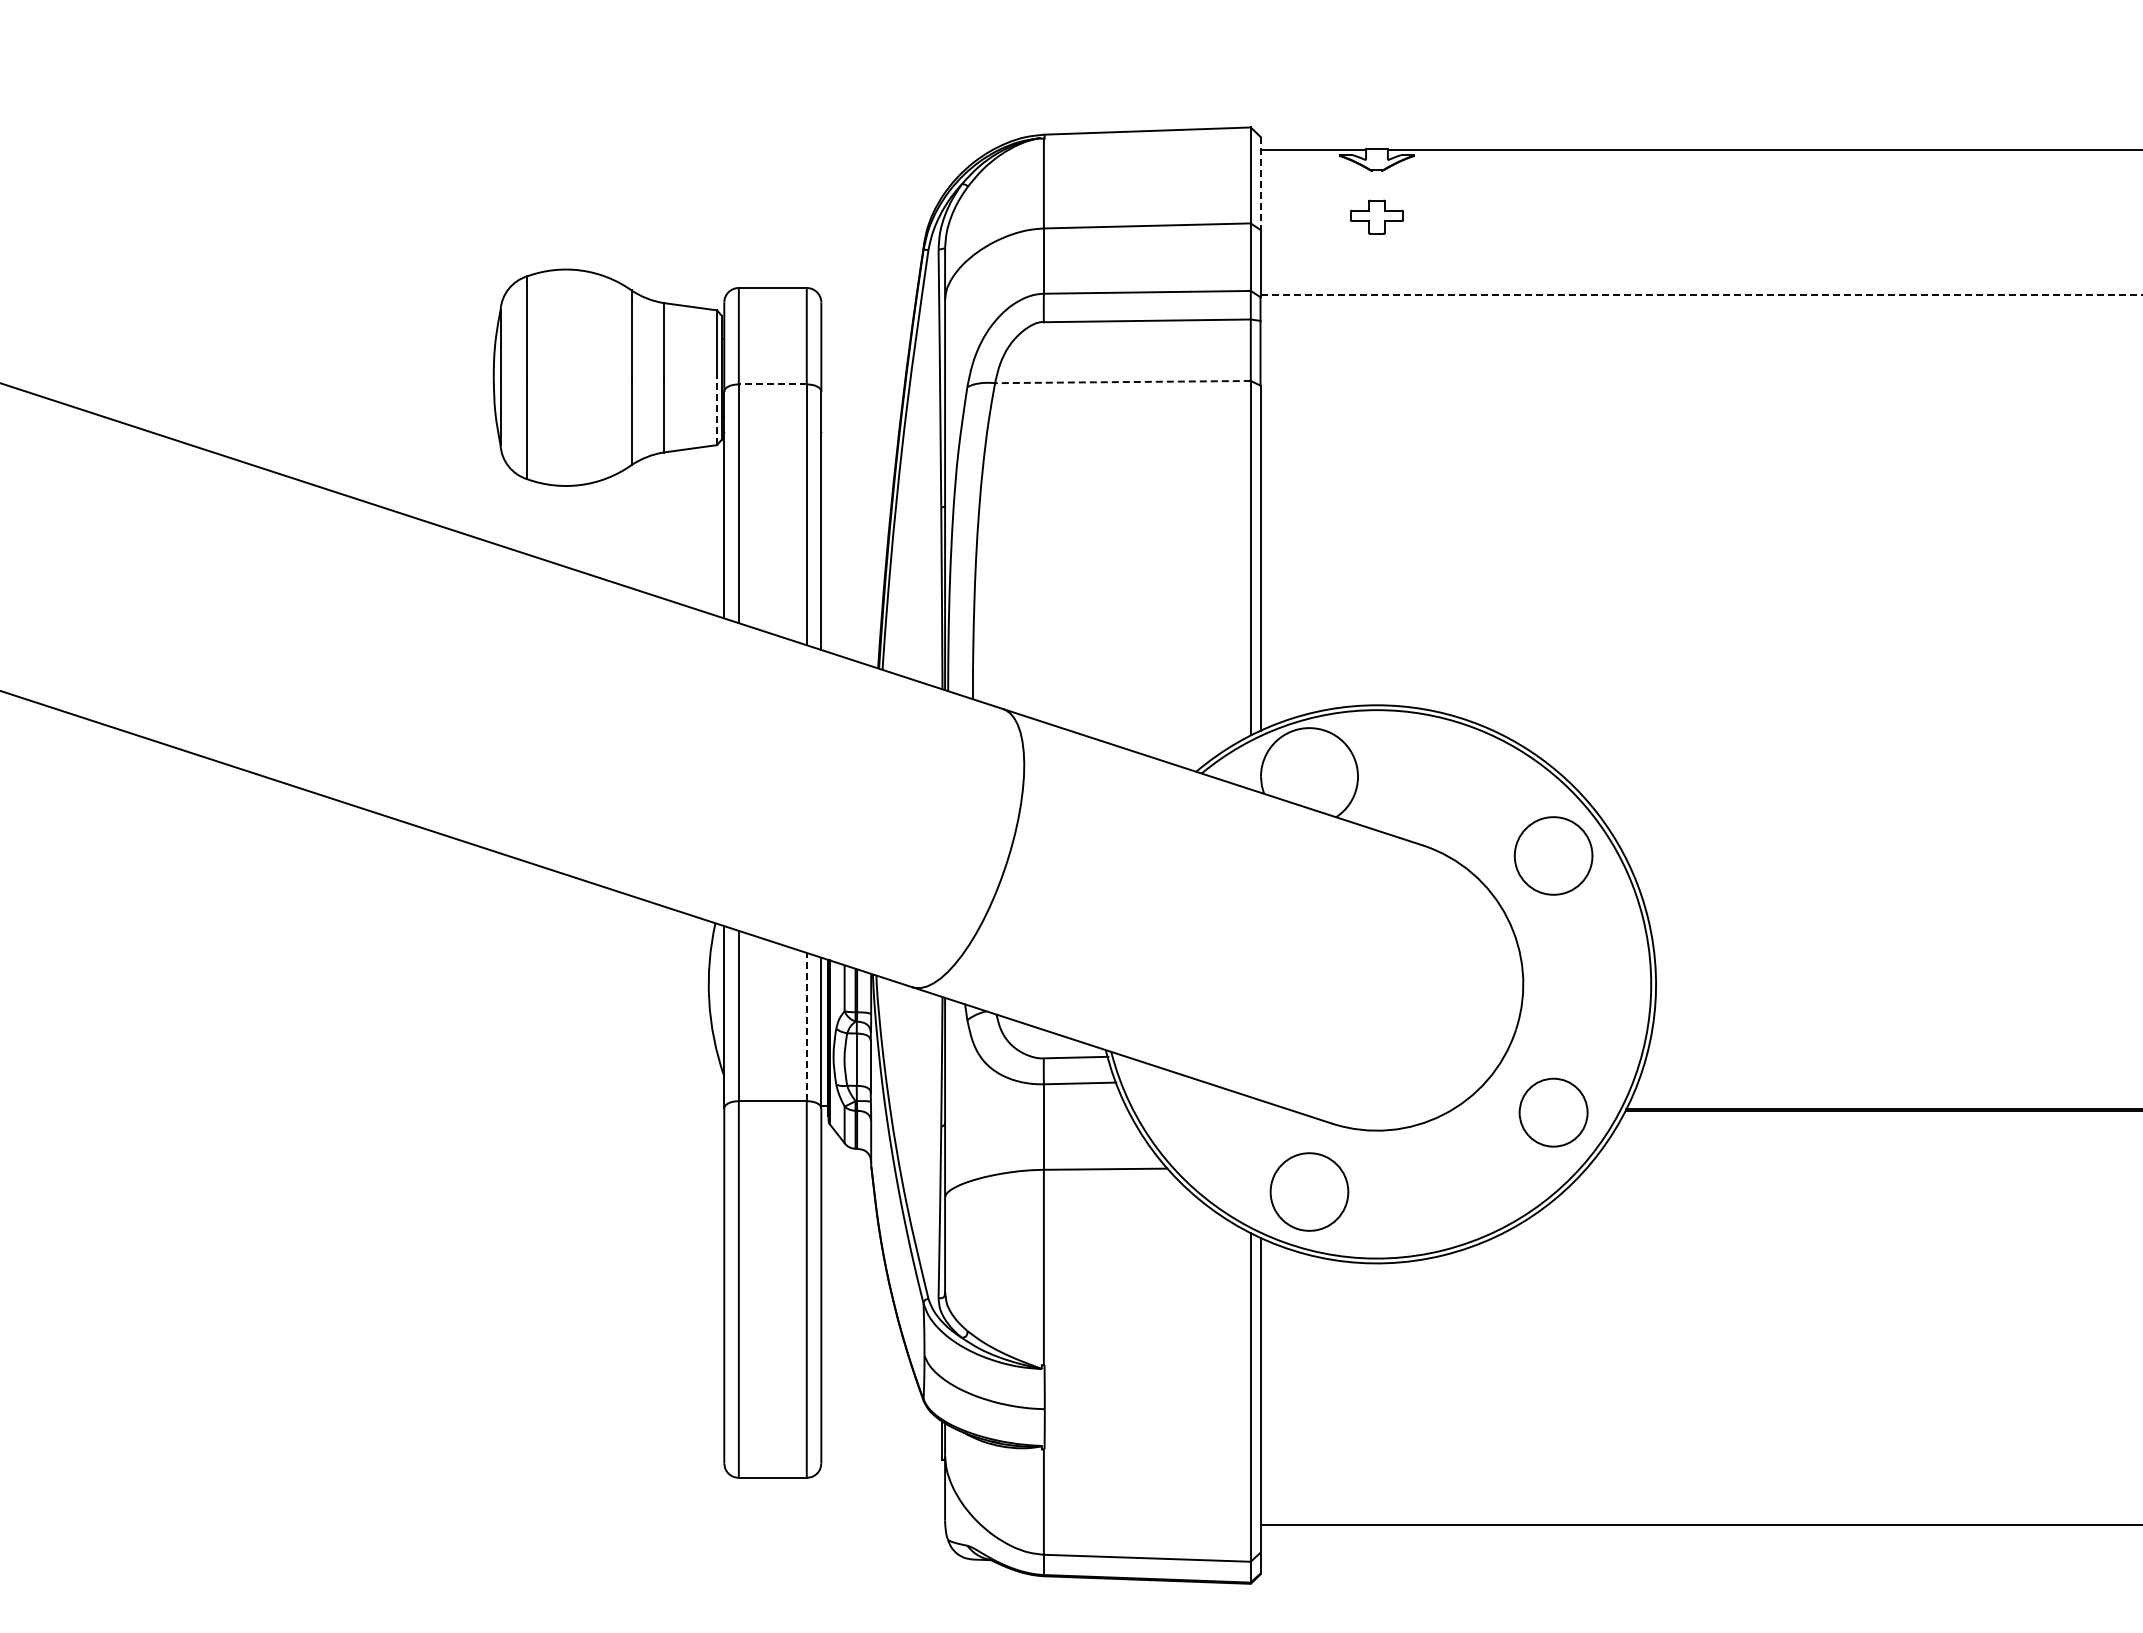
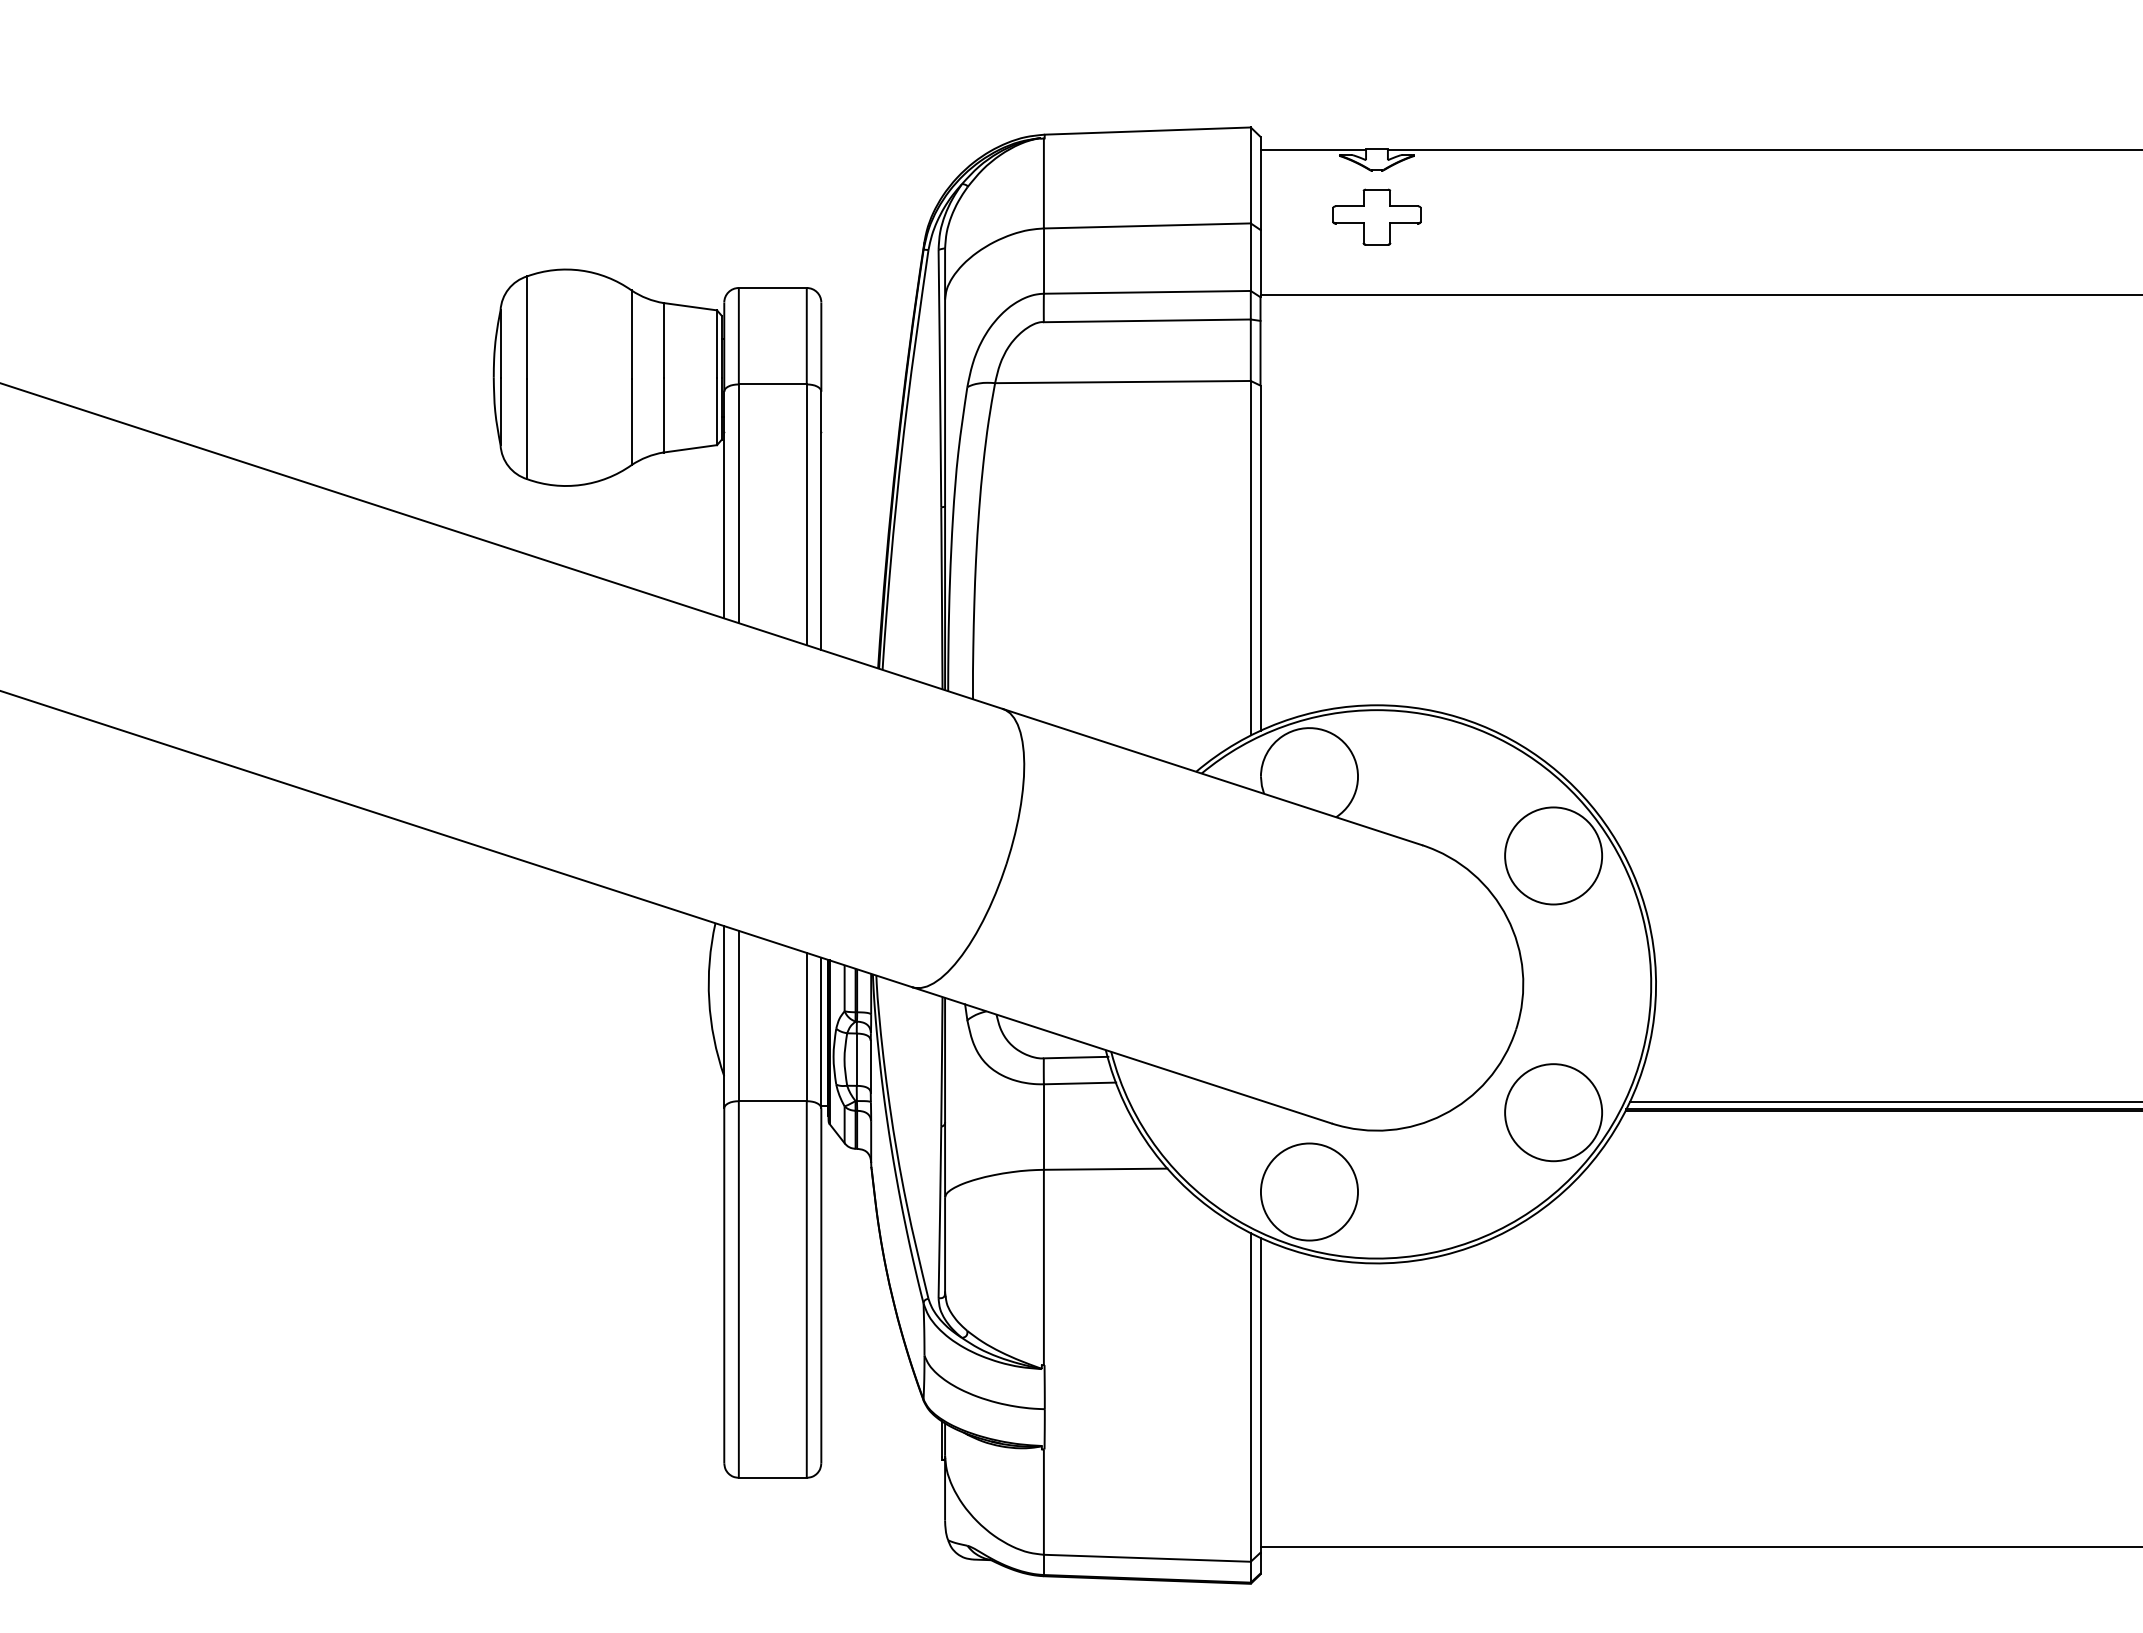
line at (1260, 183): dashed -> solid
part at (1376, 216) size: 55x36 px -> 90x58 px
line at (1701, 295): dashed -> solid
line at (1122, 382): dashed -> solid
line at (772, 384): dashed -> solid
line at (717, 411): dashed -> solid
circle at (1553, 855) diameter: 78 px -> 97 px
line at (806, 1026): dashed -> solid
line at (1884, 1102): none -> present
circle at (1553, 1112) diameter: 68 px -> 97 px
circle at (1309, 1191) diameter: 78 px -> 97 px
line at (1699, 1525) position: (1699, 1525) -> (1699, 1547)
